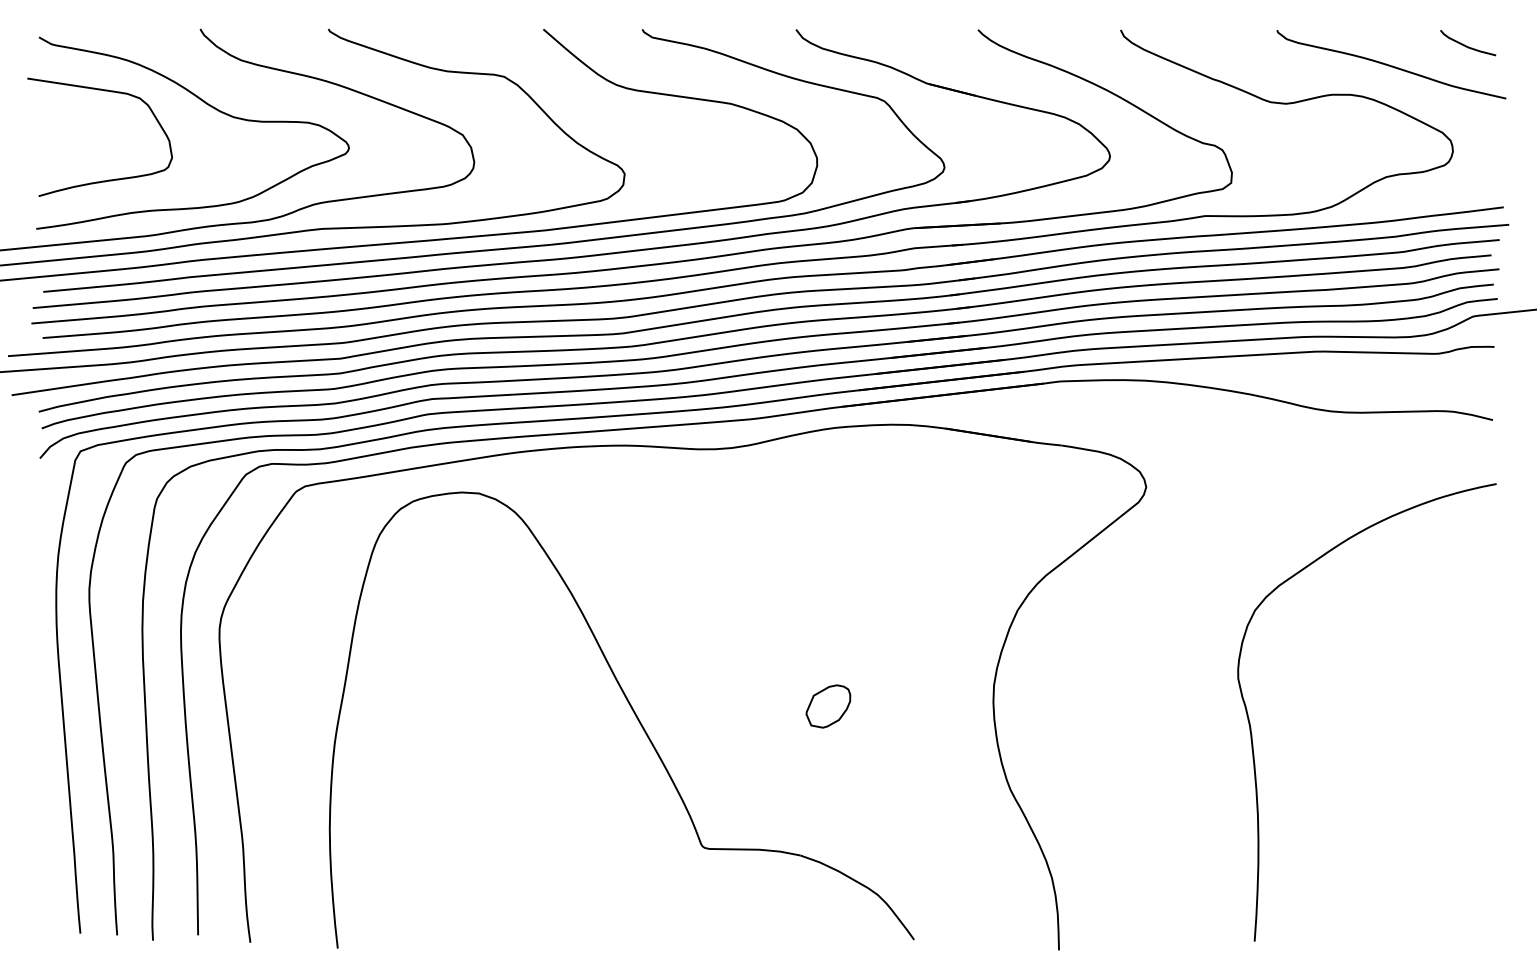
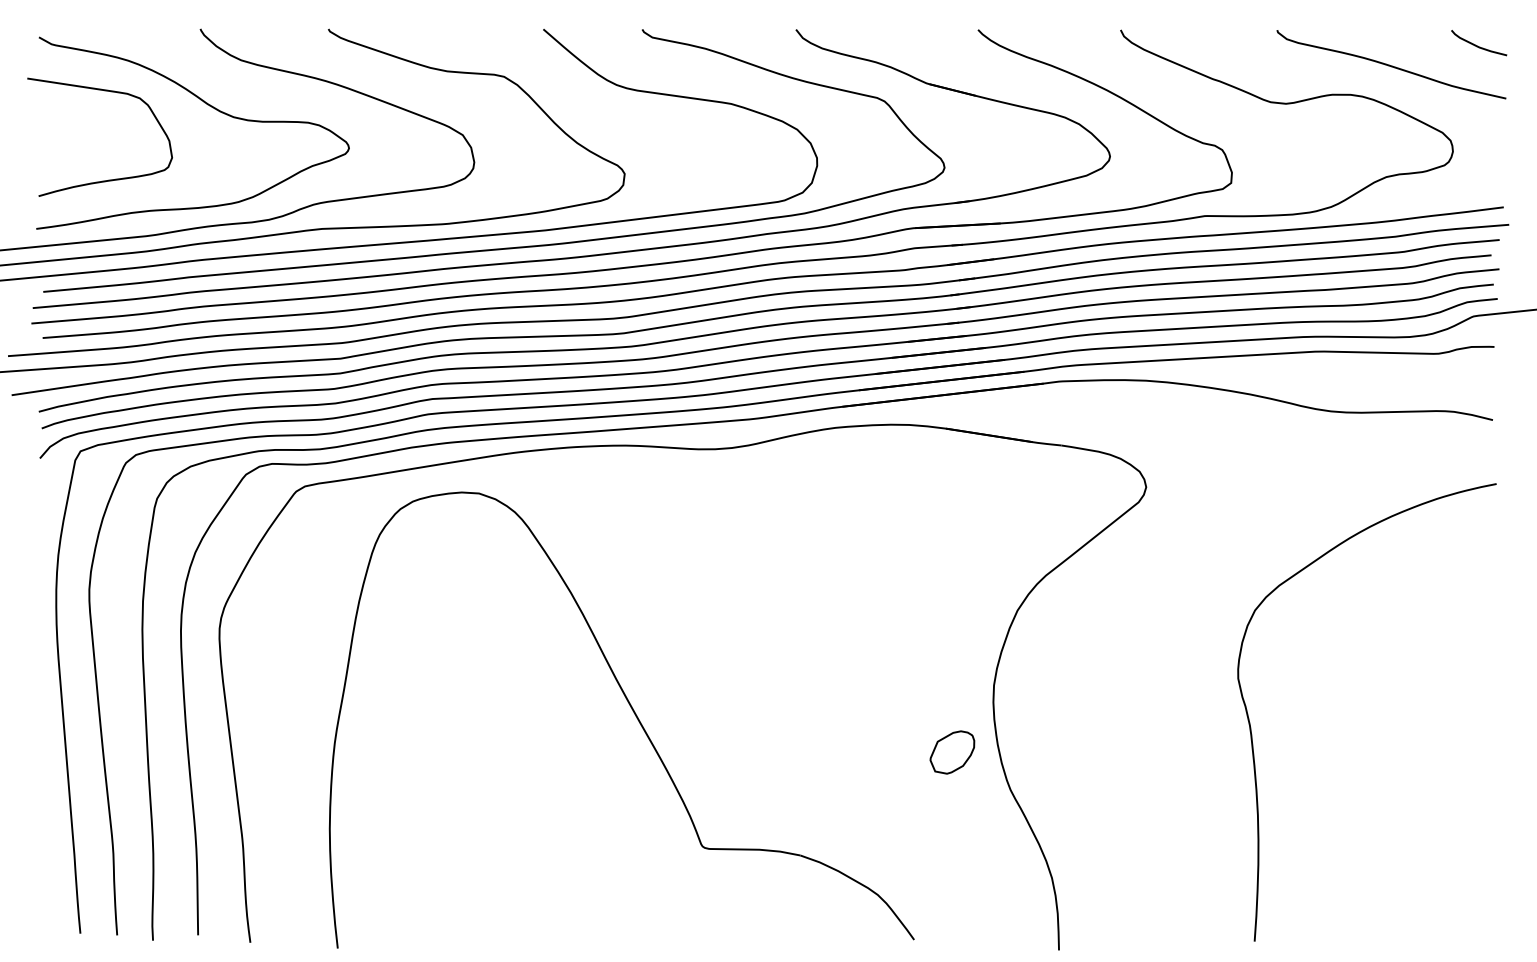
curve at (1466, 45) position: (1466, 45) -> (1477, 45)
part at (828, 706) position: (828, 706) -> (952, 752)
